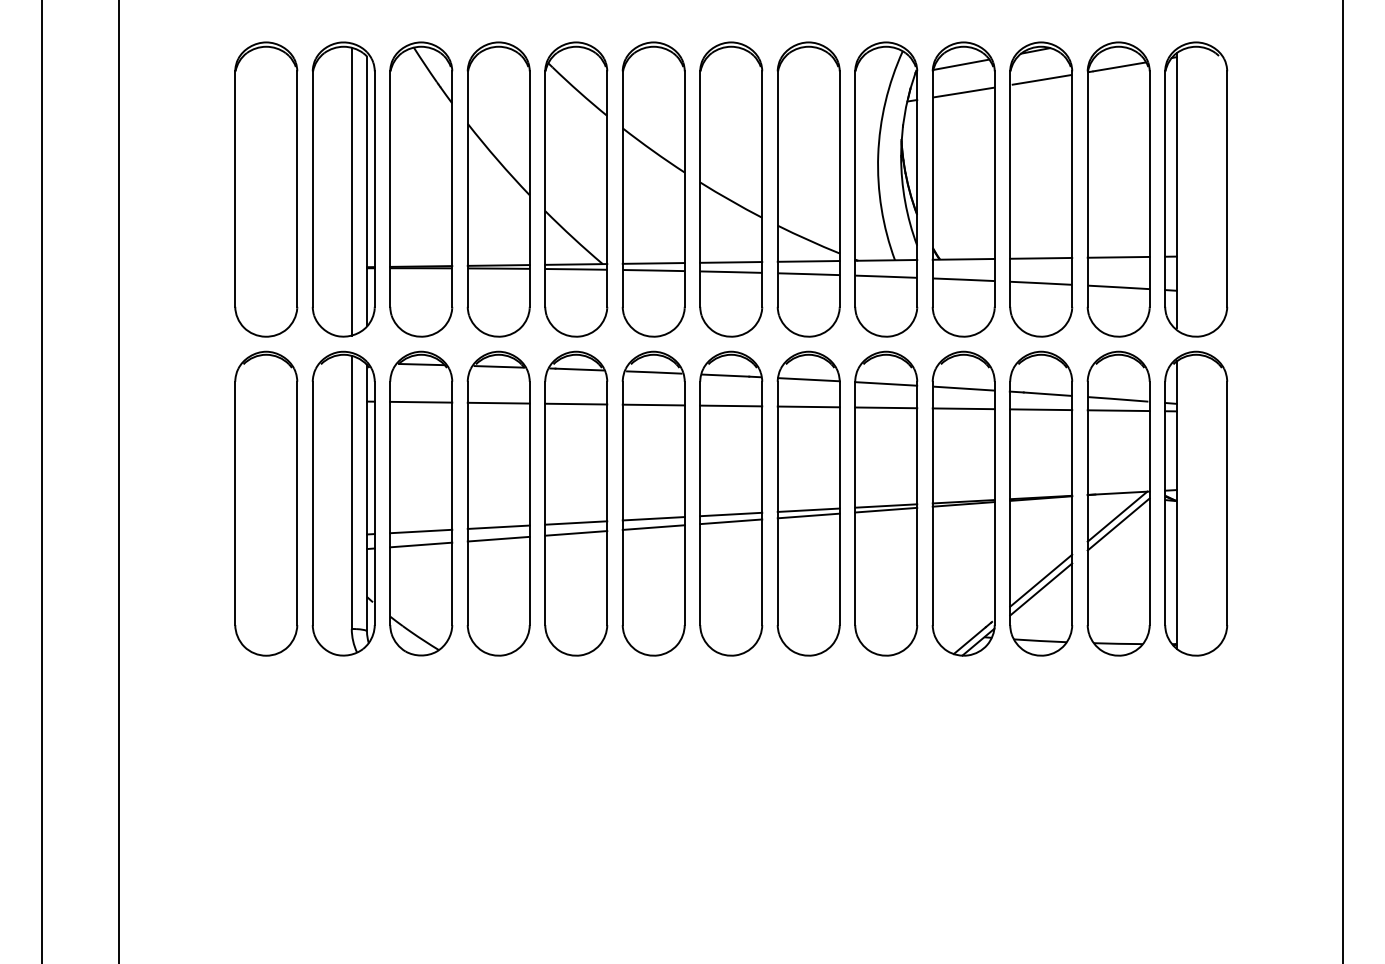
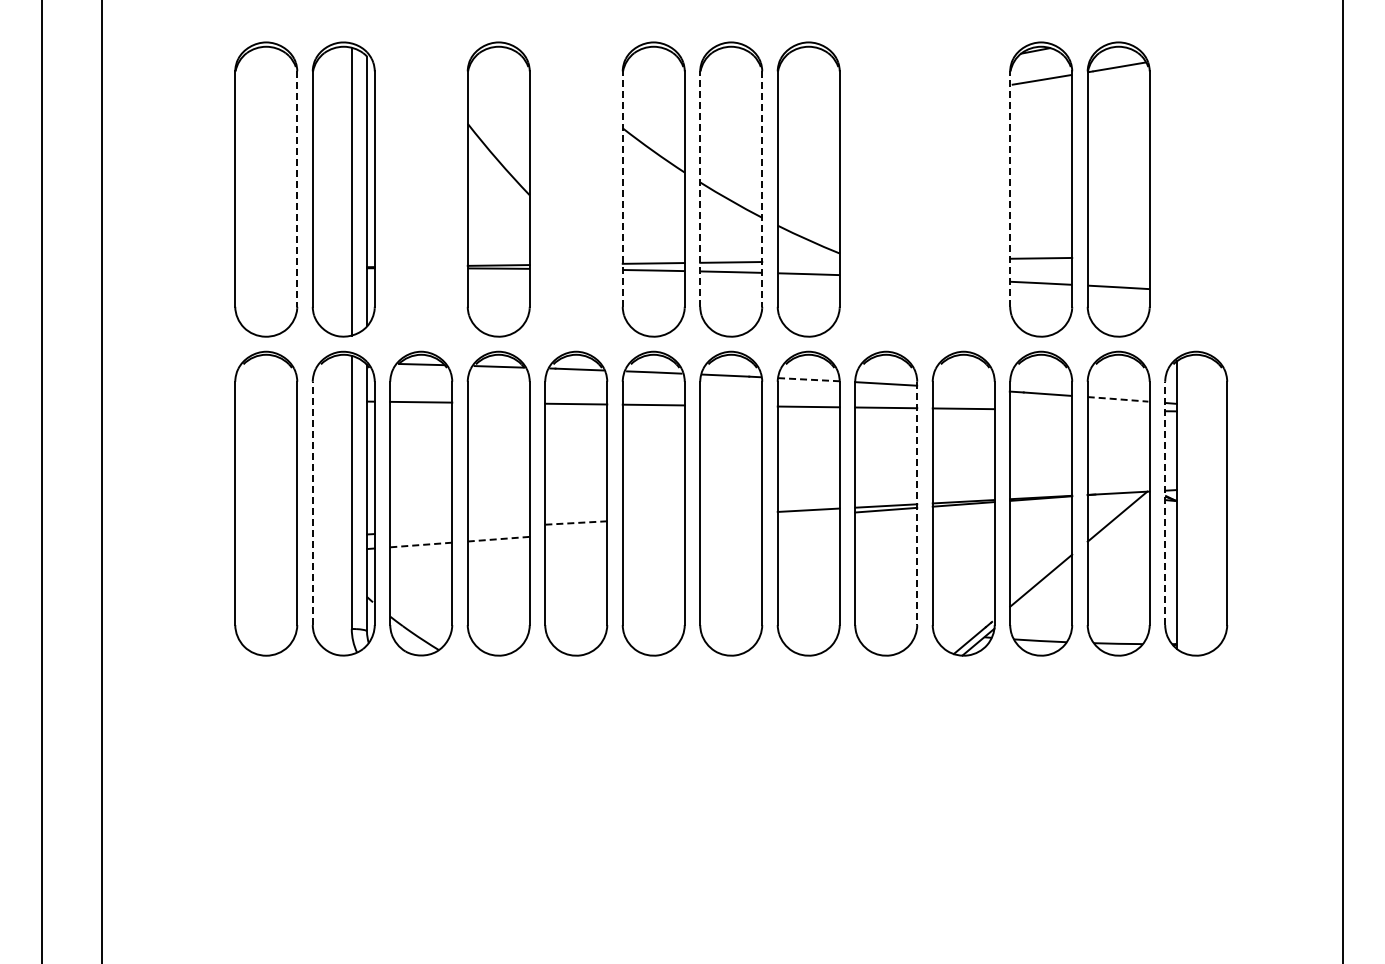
line at (297, 189): solid -> dashed
part at (421, 189): present -> none
part at (576, 189): present -> none
line at (622, 189): solid -> dashed
line at (700, 189): solid -> dashed
line at (762, 189): solid -> dashed
part at (886, 189): present -> none
part at (963, 189): present -> none
line at (1010, 189): solid -> dashed
part at (1196, 189): present -> none
line at (1118, 256): present -> none
line at (808, 261): present -> none
line at (808, 379): solid -> dashed
line at (964, 388): present -> none
line at (1117, 399): solid -> dashed
line at (498, 402): present -> none
line at (731, 405): present -> none
line at (1041, 409): present -> none
line at (1118, 410): present -> none
line at (119, 481) position: (119, 481) -> (102, 481)
line at (312, 503): solid -> dashed
line at (917, 503): solid -> dashed
line at (1165, 503): solid -> dashed
line at (731, 514): present -> none
line at (808, 515): present -> none
line at (653, 518): present -> none
line at (731, 521): present -> none
line at (575, 523): solid -> dashed
line at (1118, 524): present -> none
line at (498, 526): present -> none
line at (653, 527): present -> none
line at (421, 531): present -> none
line at (576, 533): present -> none
line at (499, 539): solid -> dashed
line at (421, 544): solid -> dashed
line at (1041, 589): present -> none
